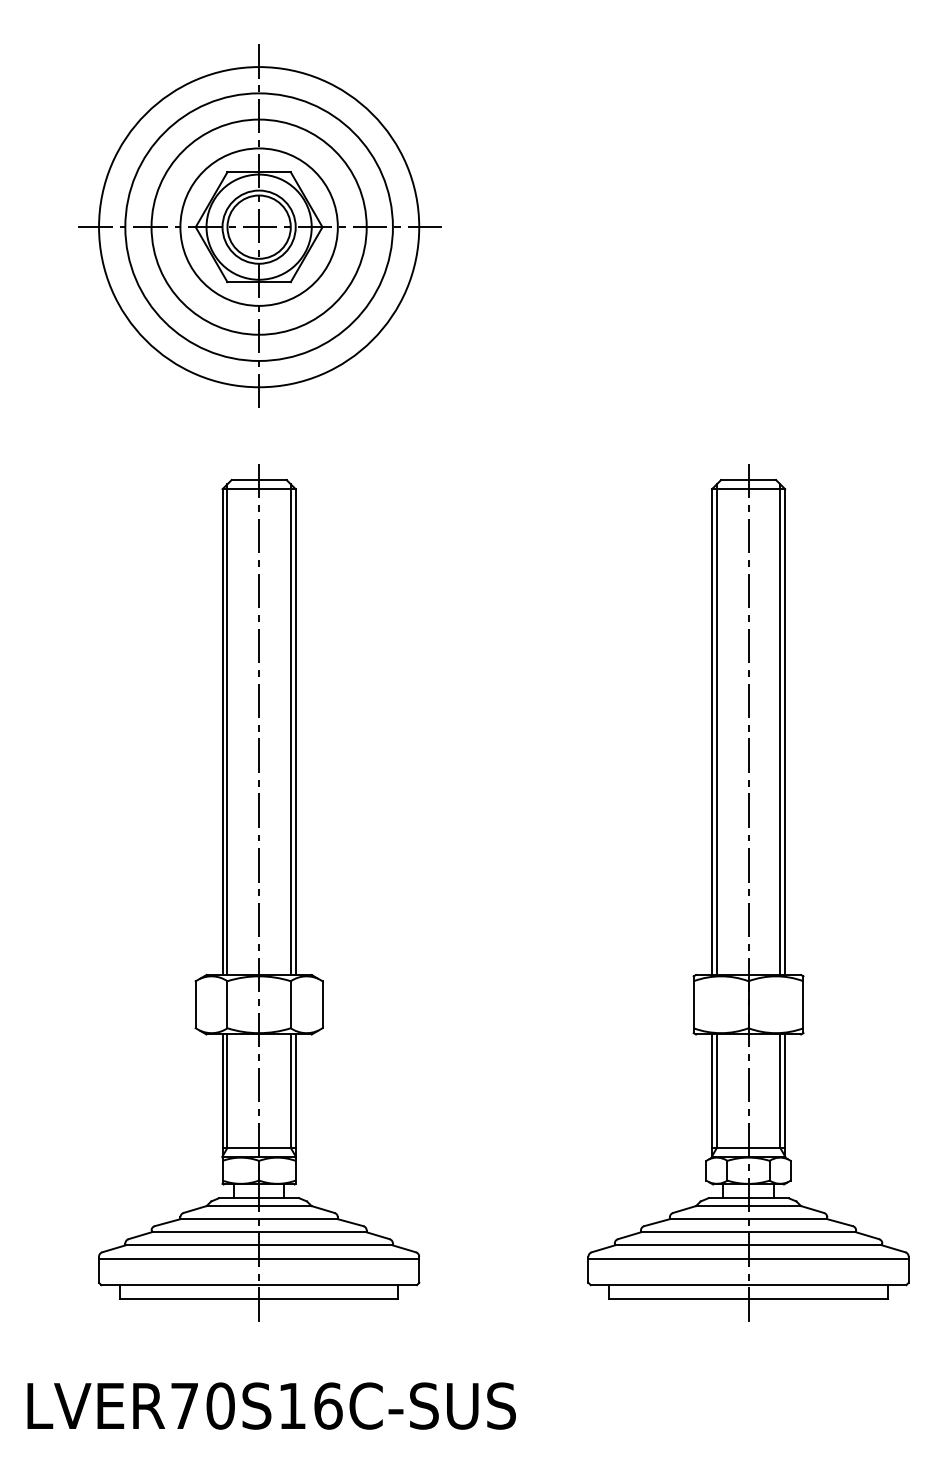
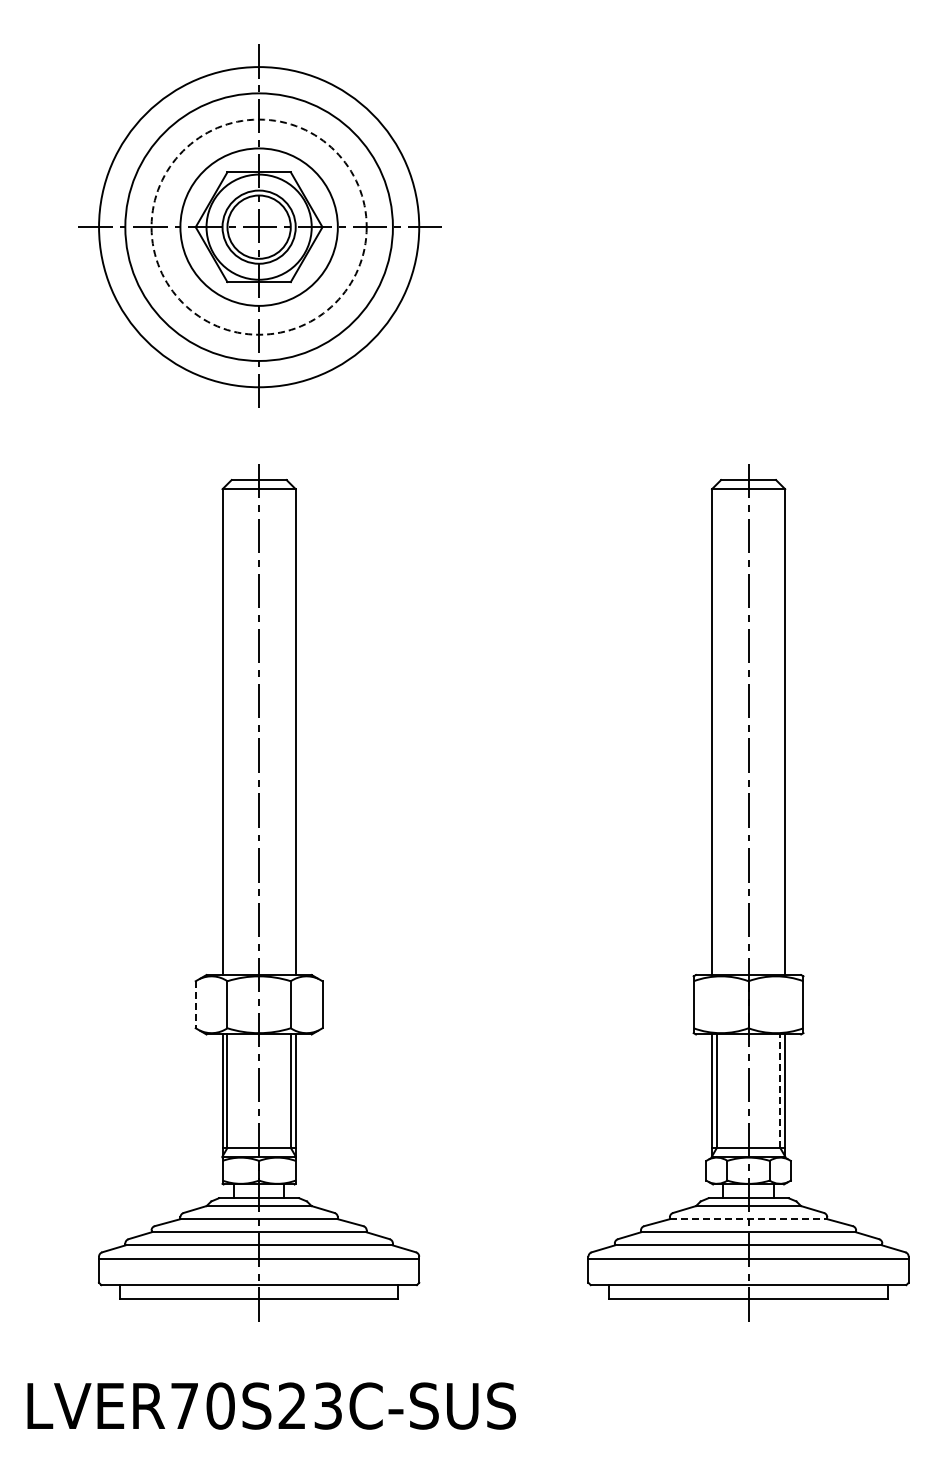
circle at (258, 226): solid -> dashed
line at (227, 729): present -> none
line at (290, 729): present -> none
line at (716, 729): present -> none
line at (780, 729): present -> none
line at (195, 1004): solid -> dashed
line at (780, 1091): solid -> dashed
line at (748, 1219): solid -> dashed
text at (310, 1405): LVER70S16C-SUS -> LVER70S23C-SUS
